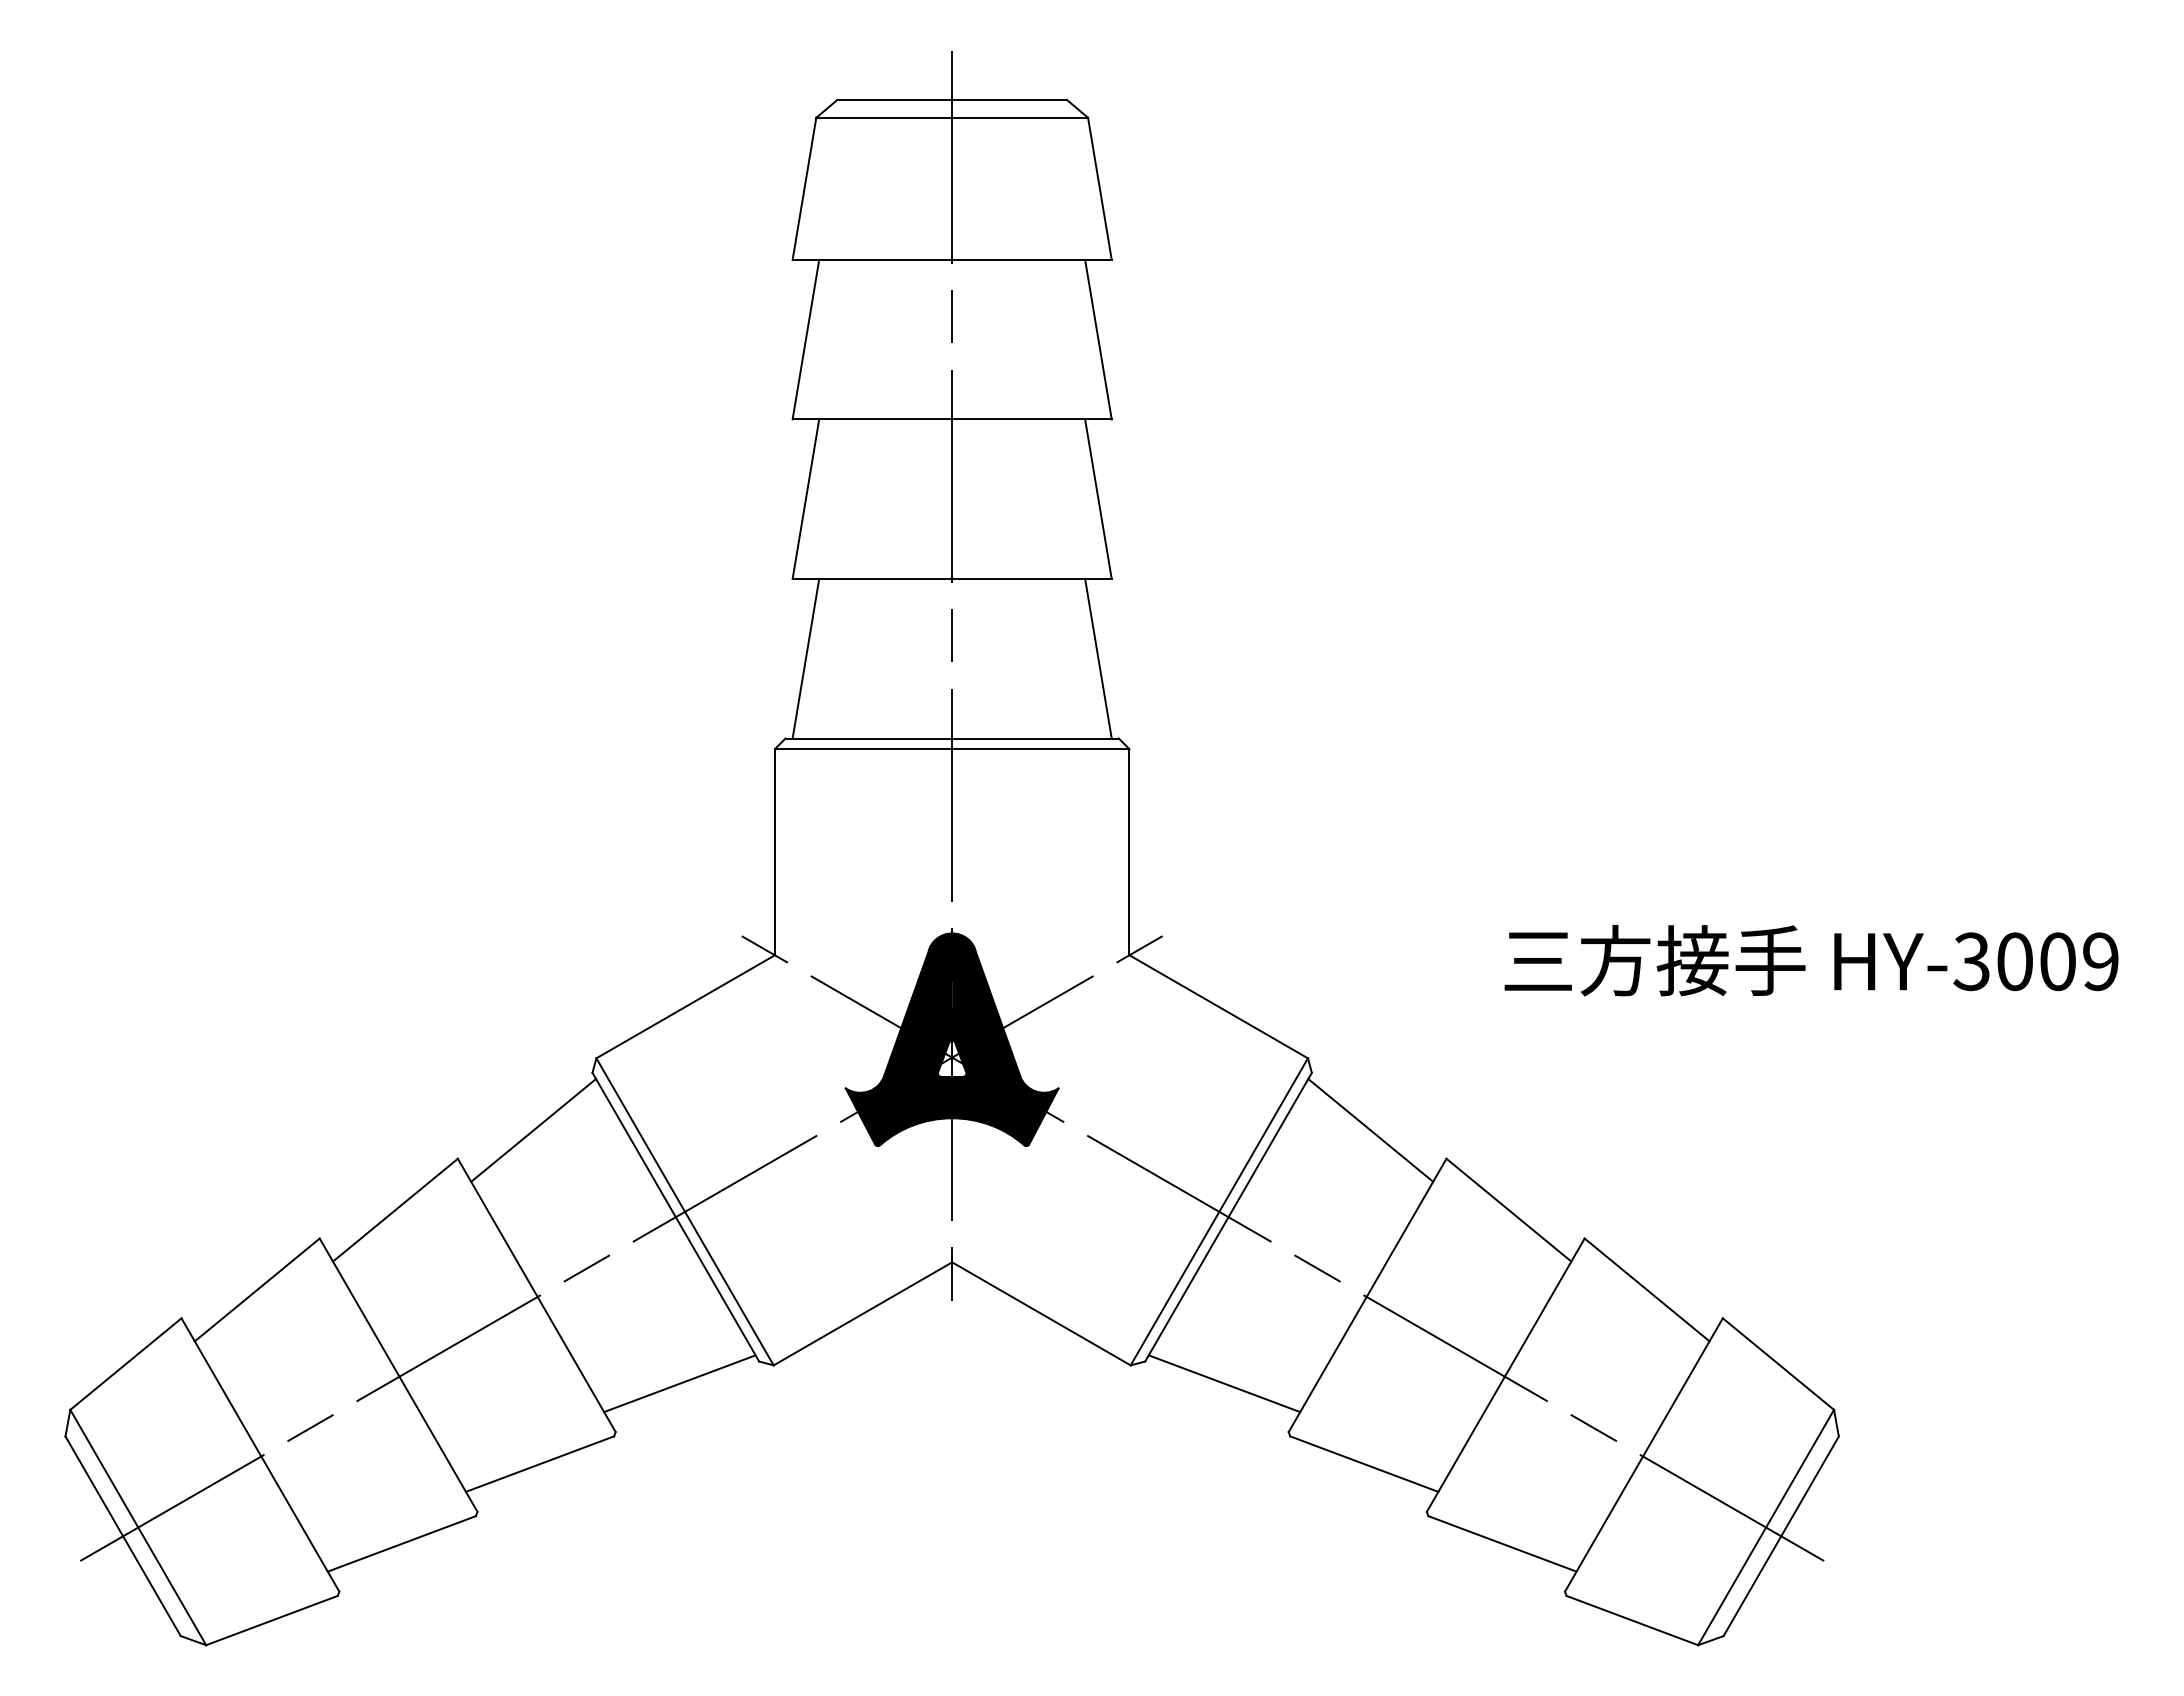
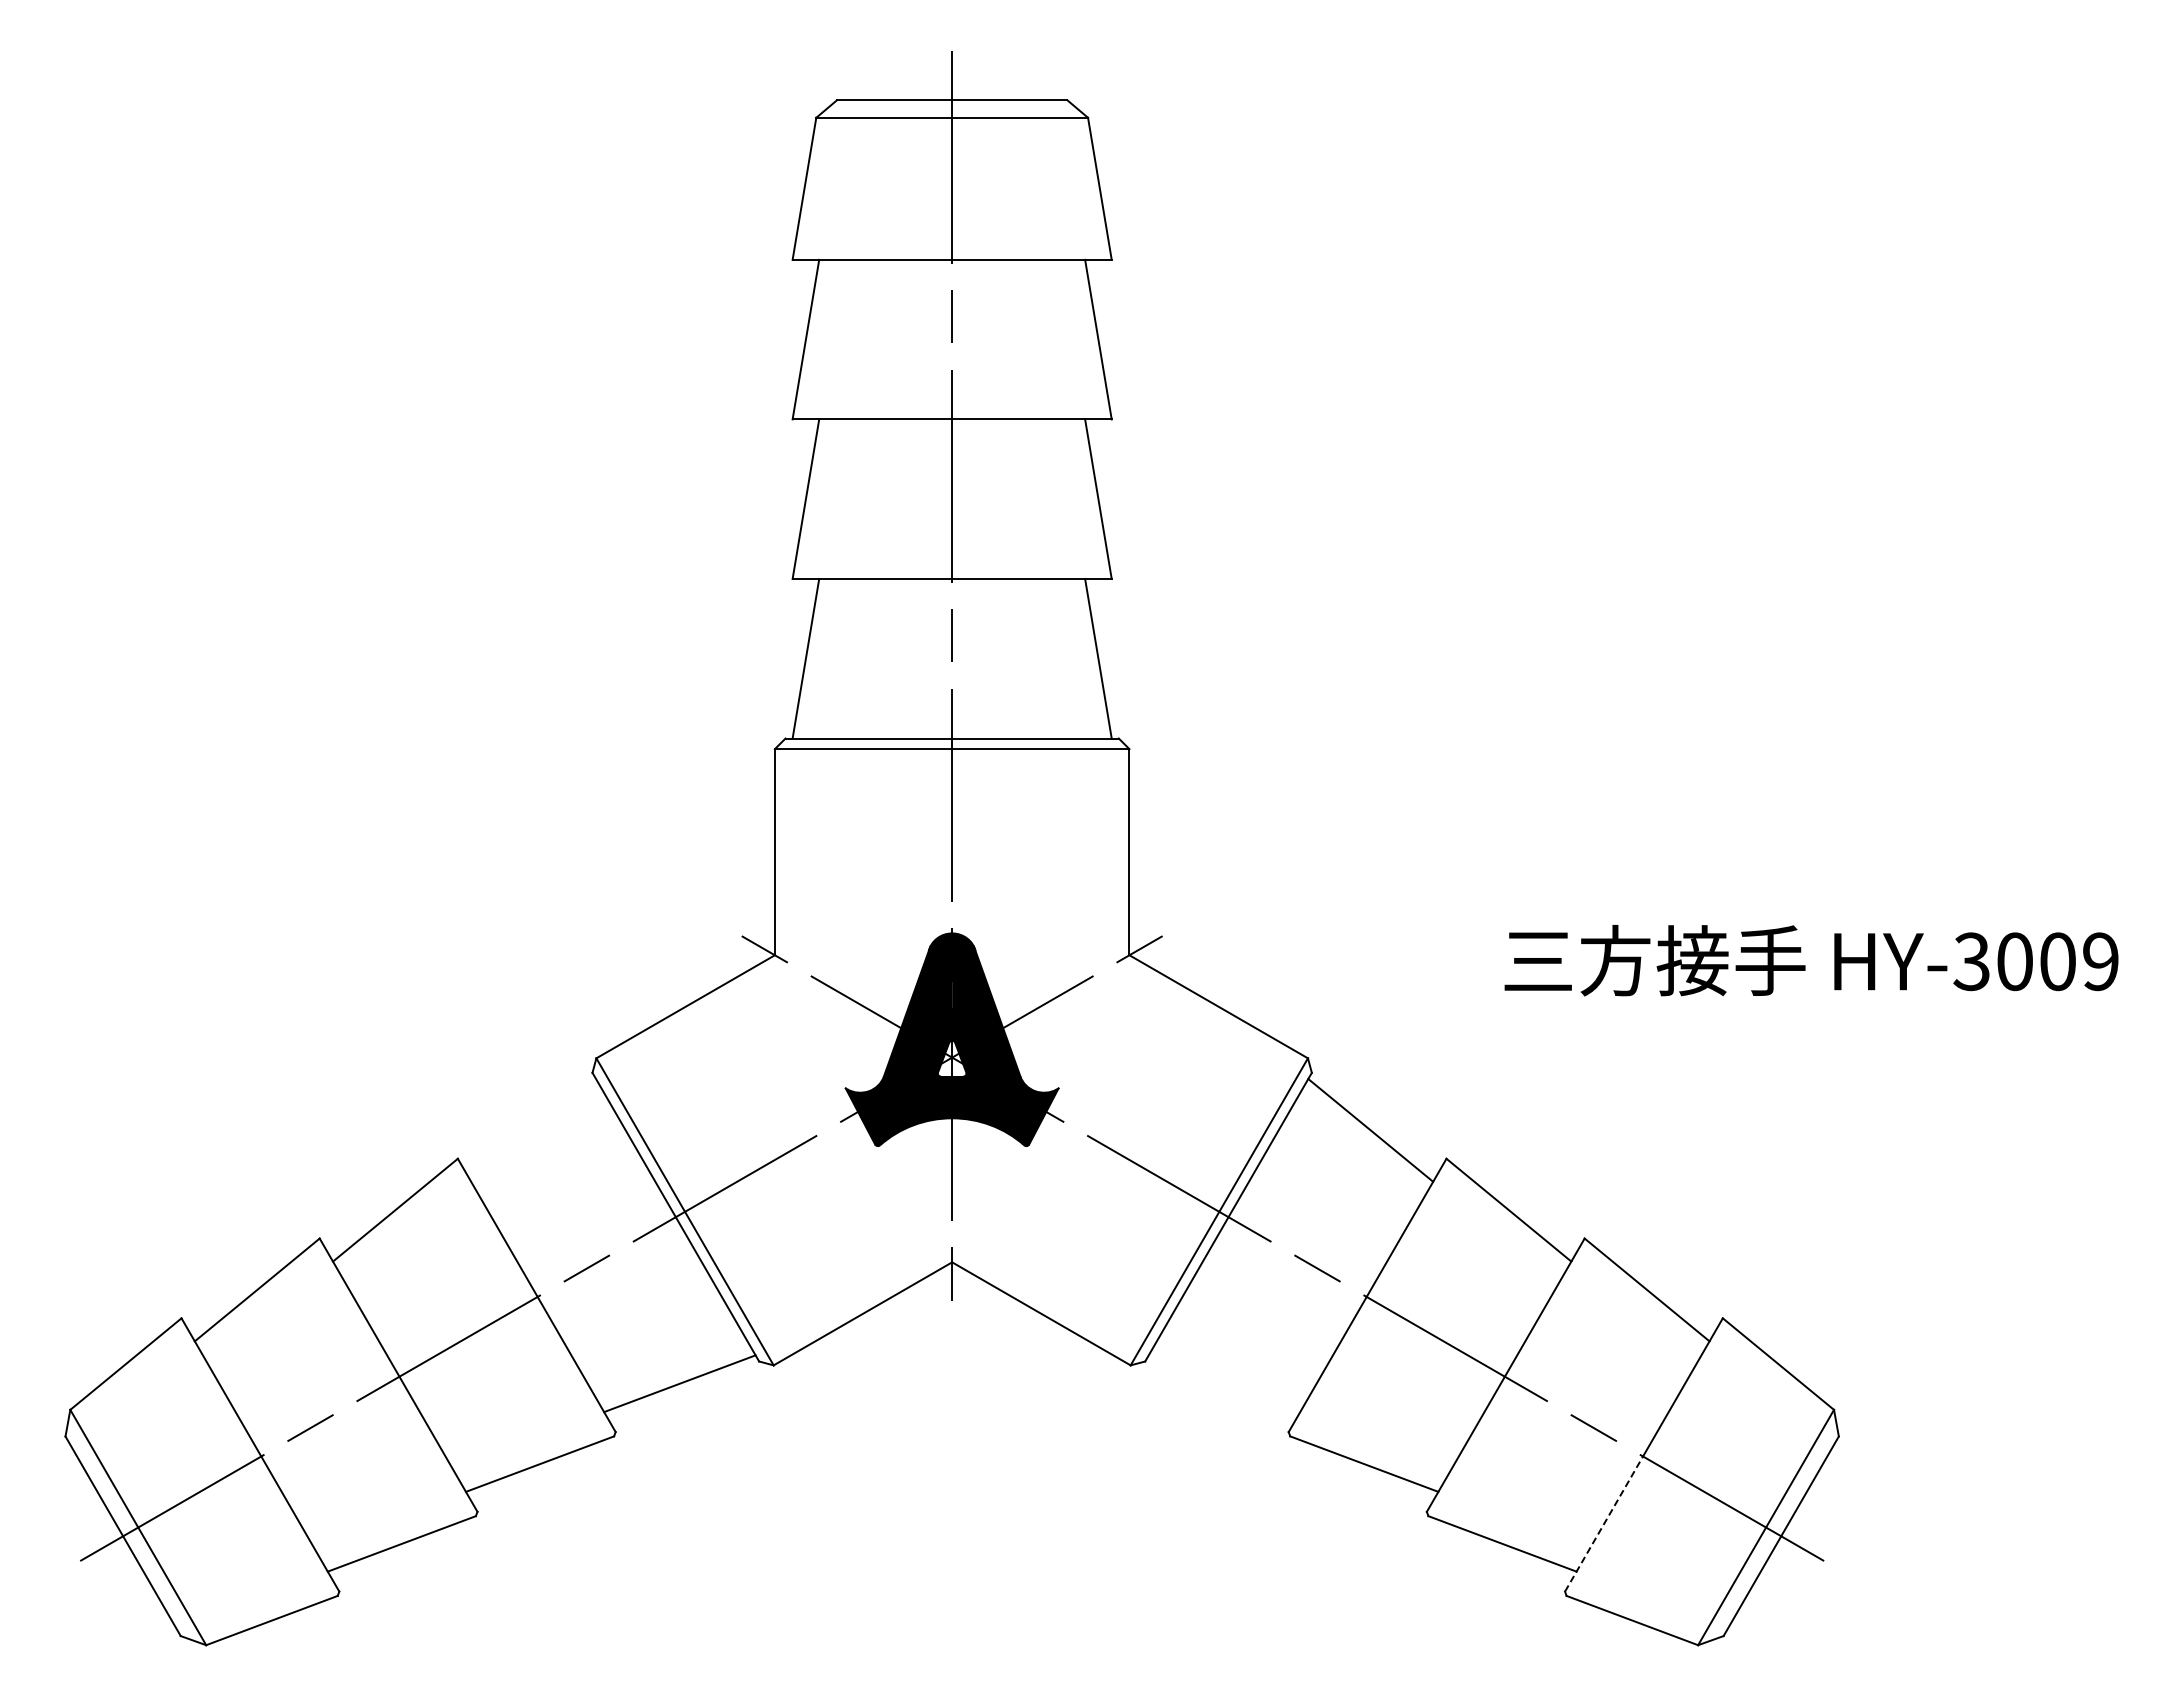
line at (533, 1130): present -> none
line at (1224, 1383): present -> none
line at (1604, 1523): solid -> dashed
